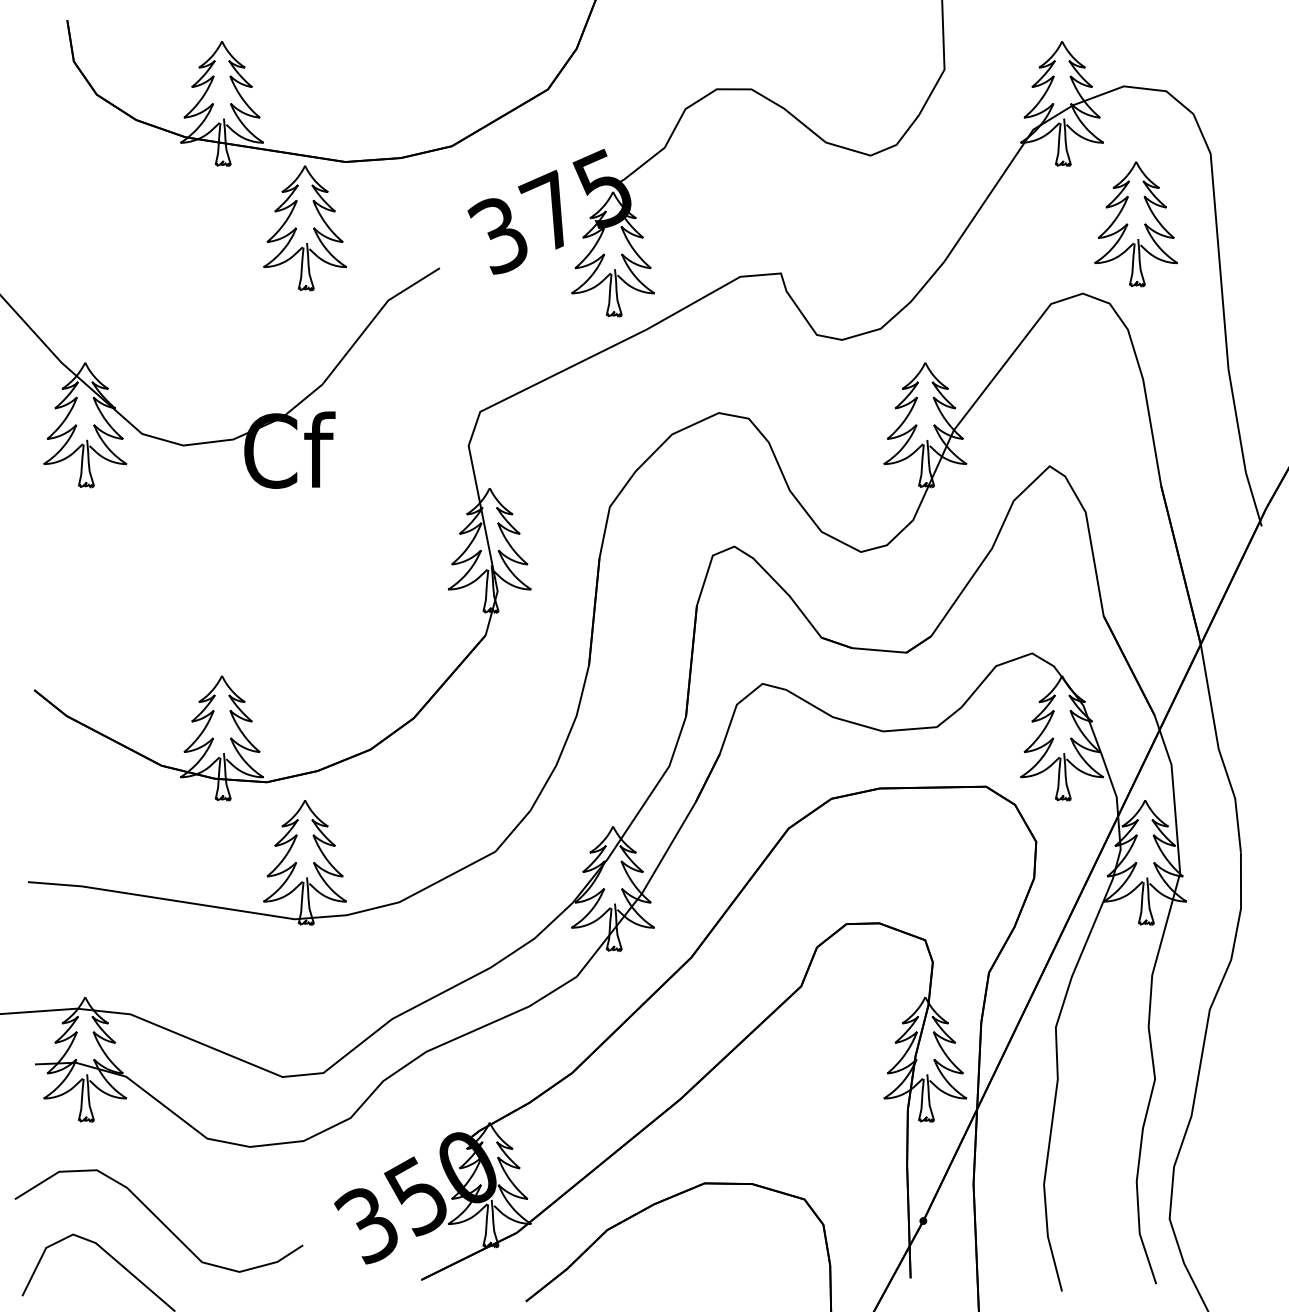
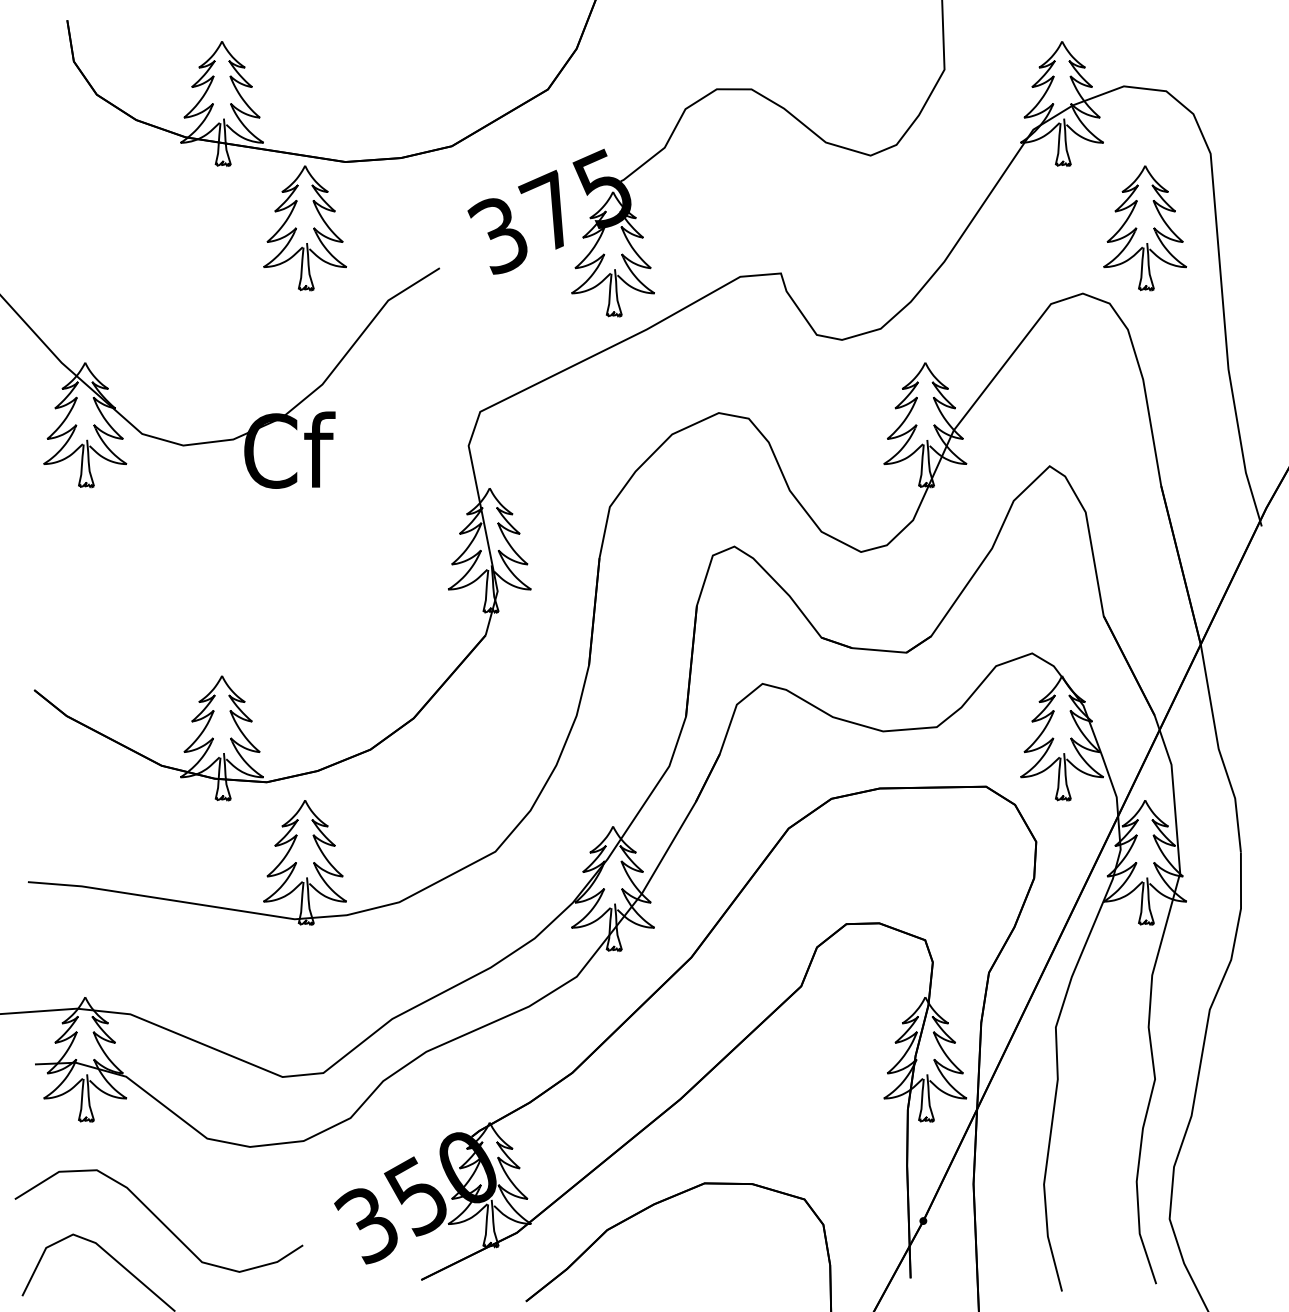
part at (1135, 224) position: (1135, 224) -> (1144, 228)
